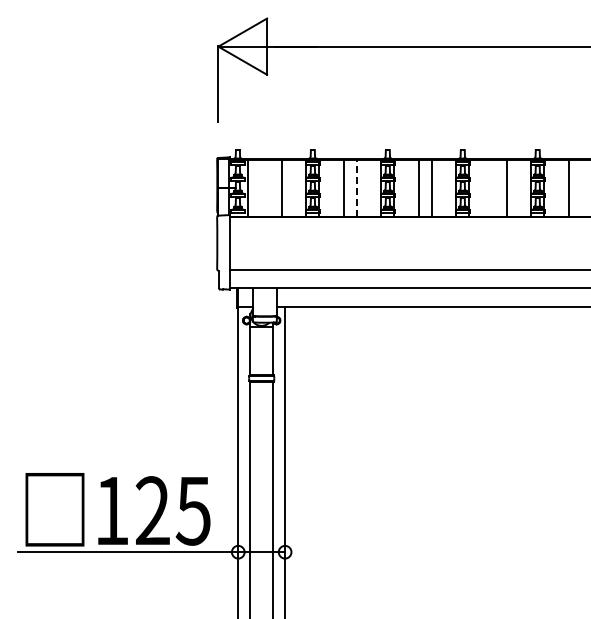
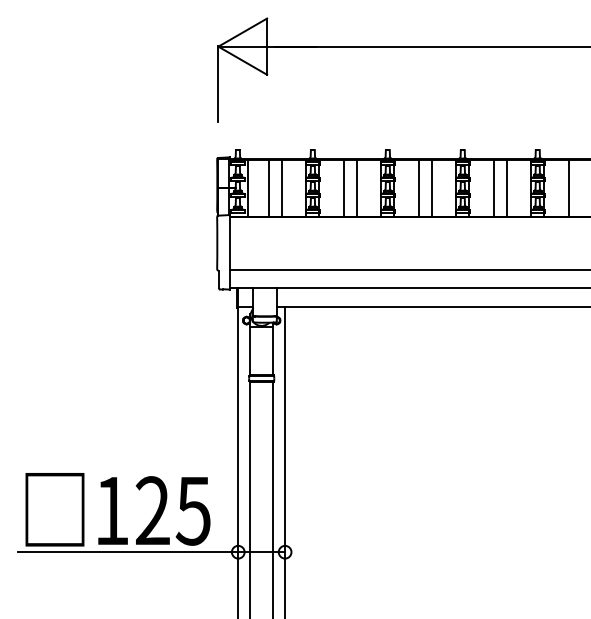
line at (356, 187): dashed -> solid
line at (268, 188): none -> present
line at (493, 188): none -> present
